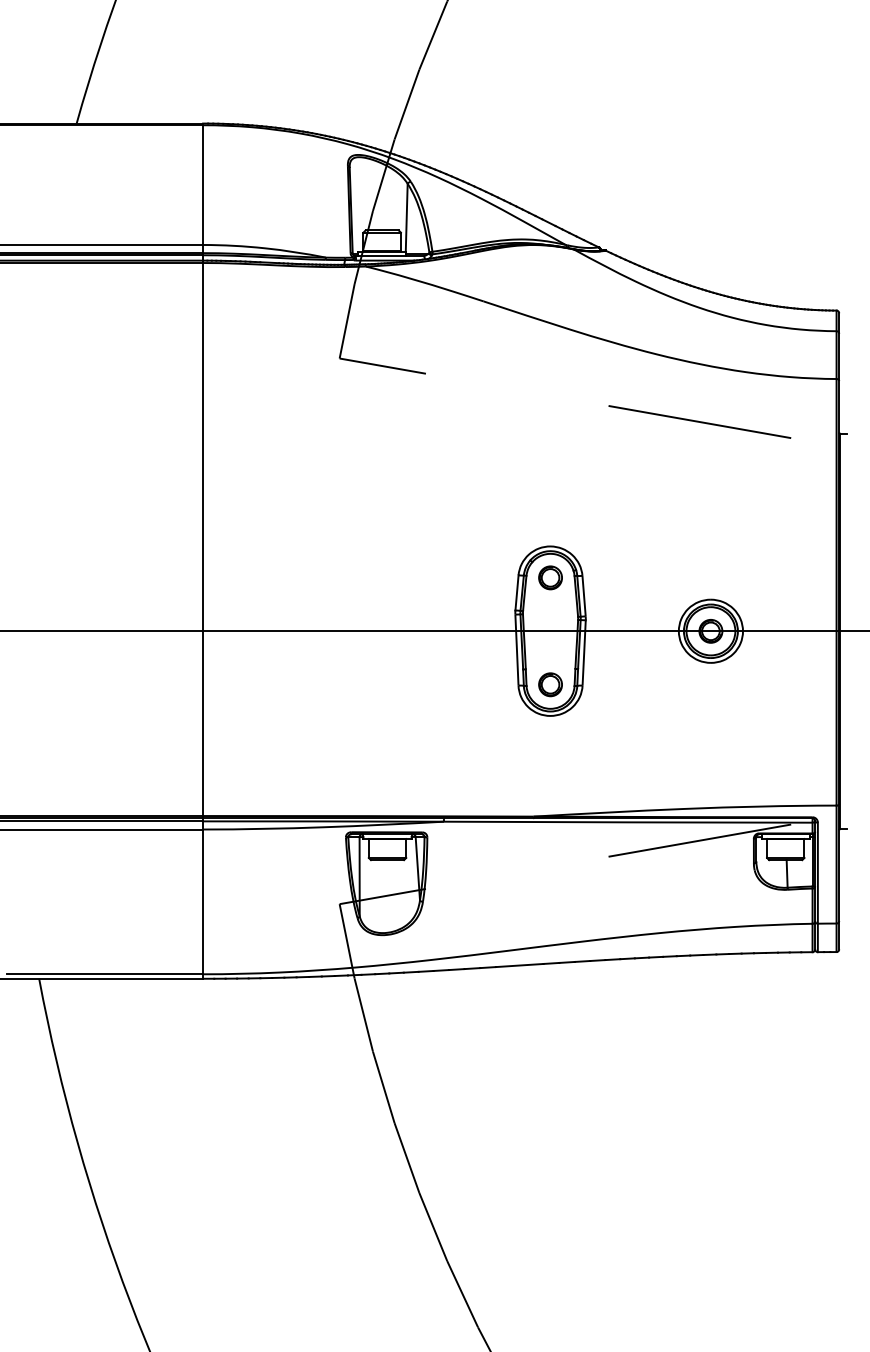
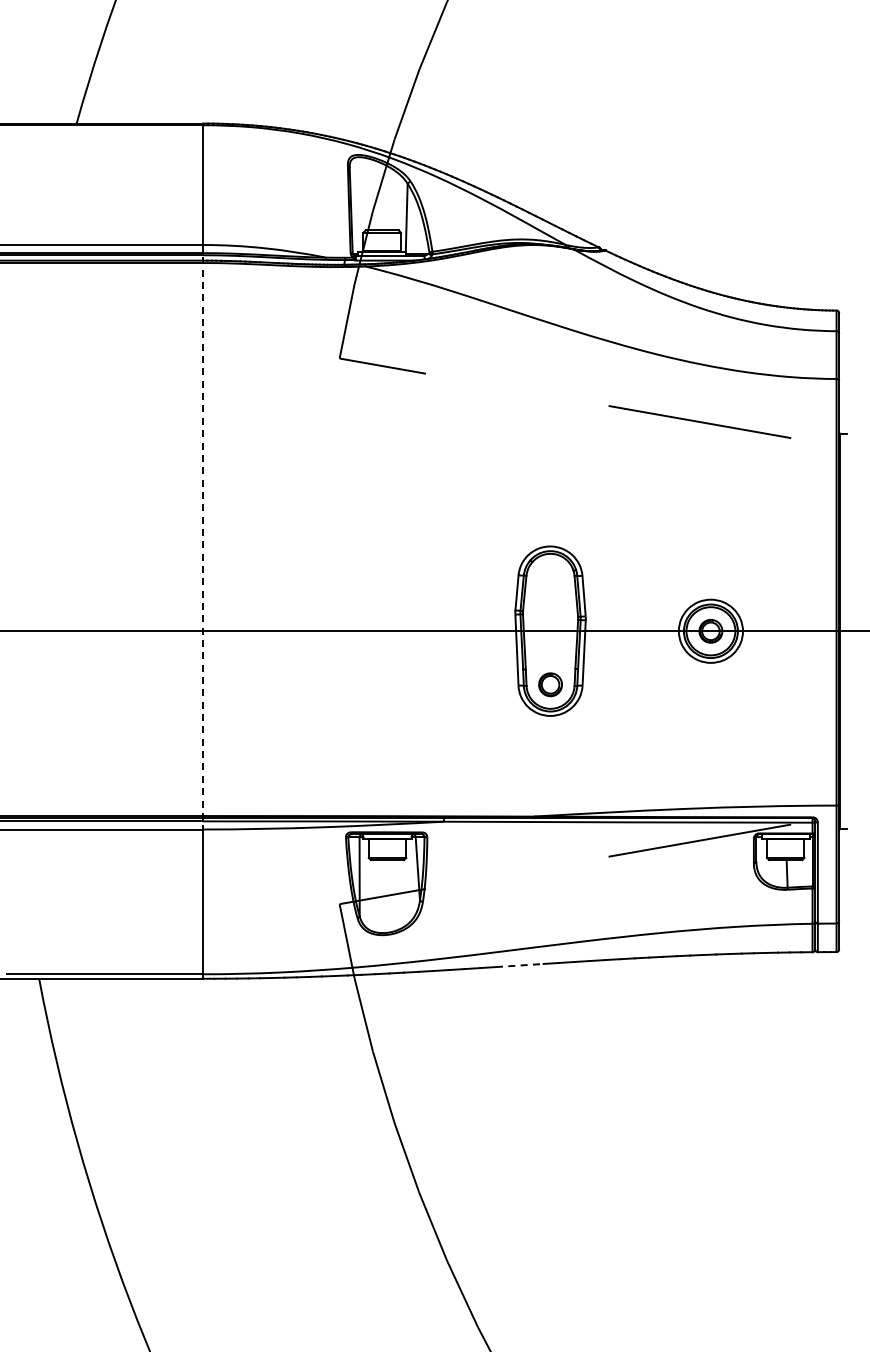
line at (203, 537): solid -> dashed
part at (550, 577): present -> none
line at (519, 965): solid -> dashed
